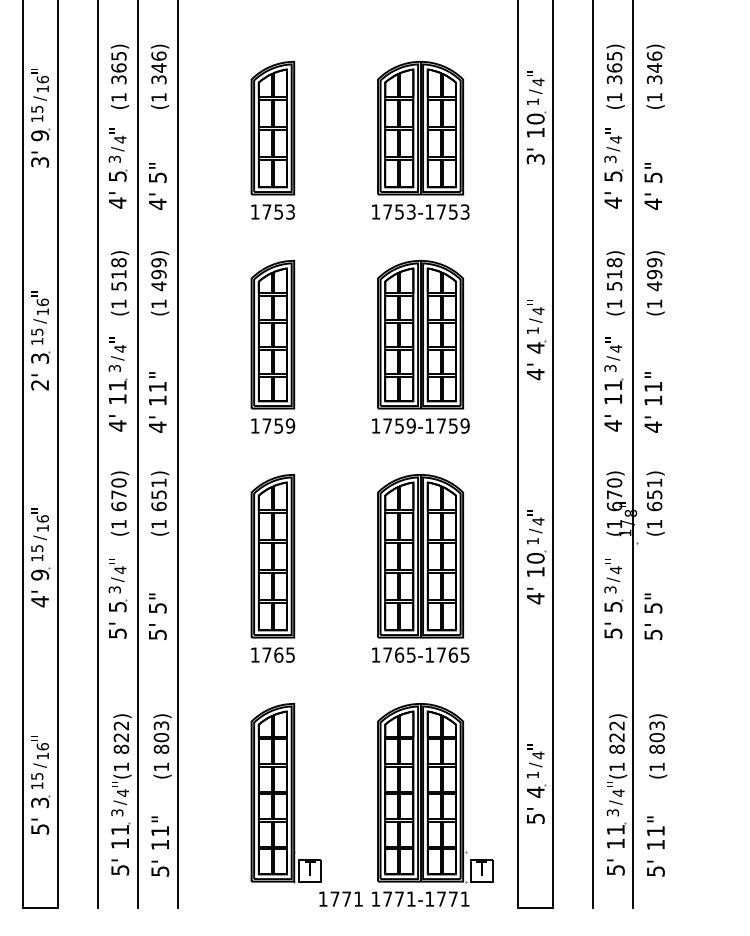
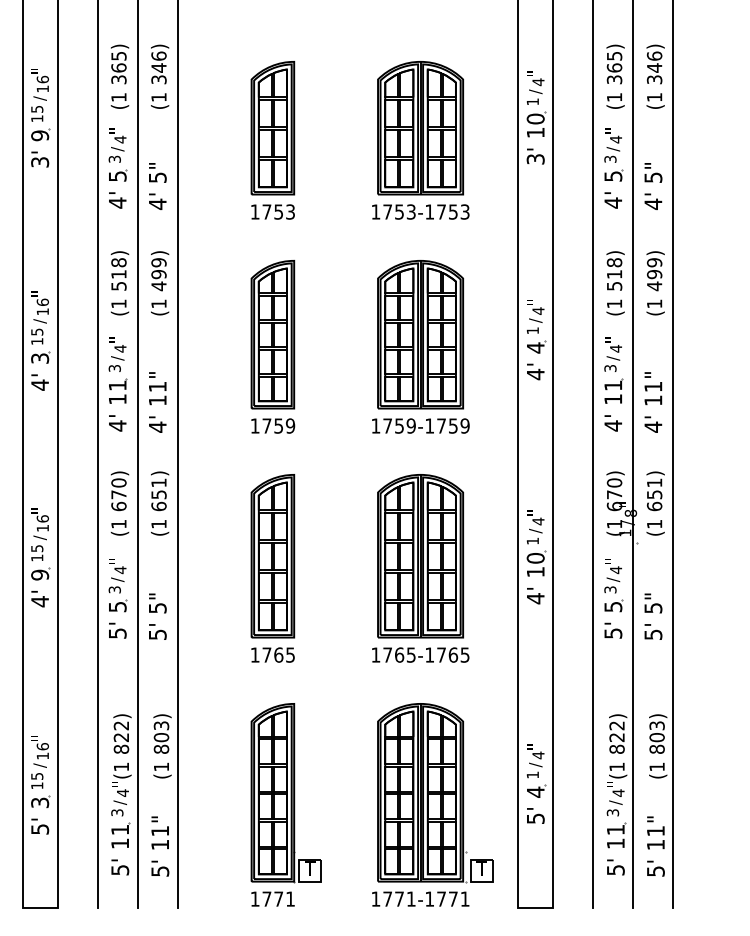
text at (39, 384): 2' -> 4'
line at (673, 454): none -> present
text at (340, 898) position: (340, 898) -> (272, 898)
